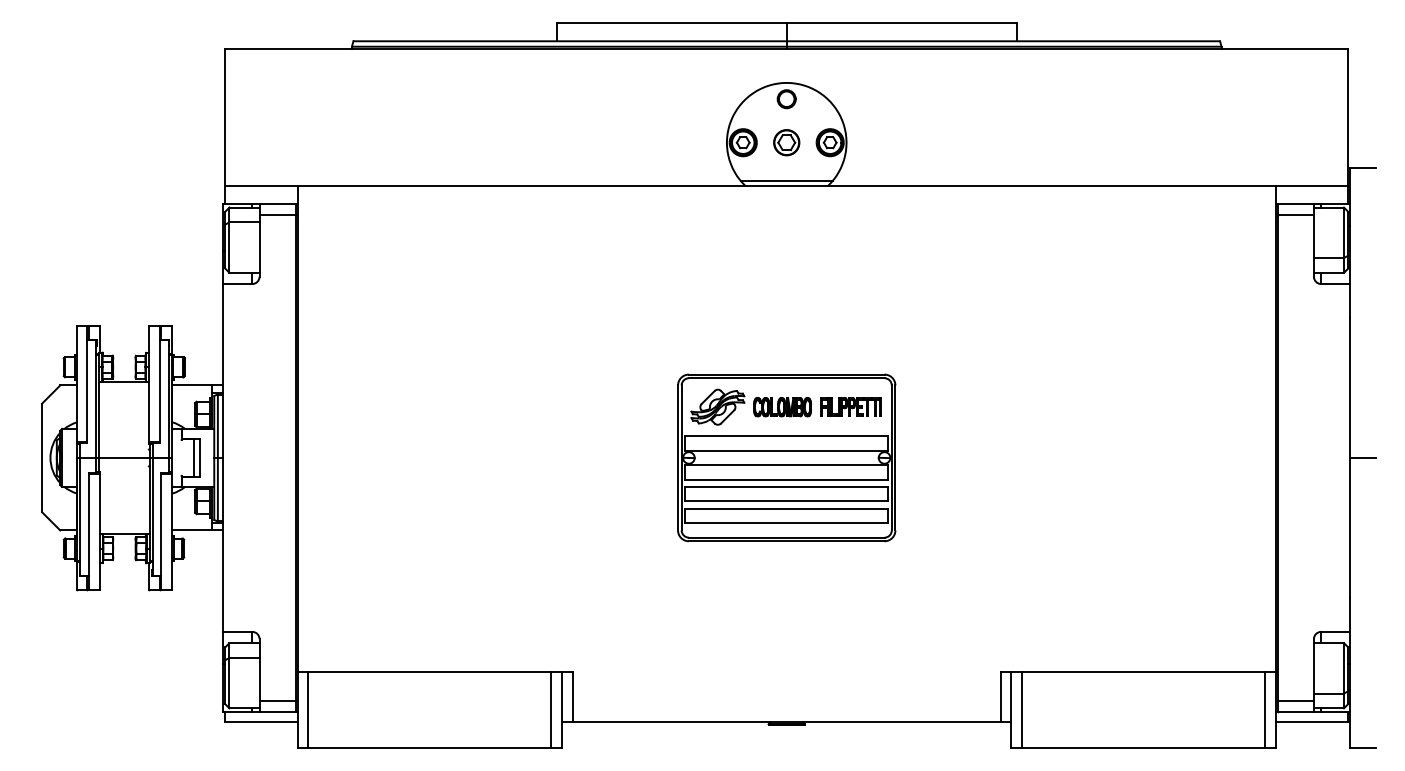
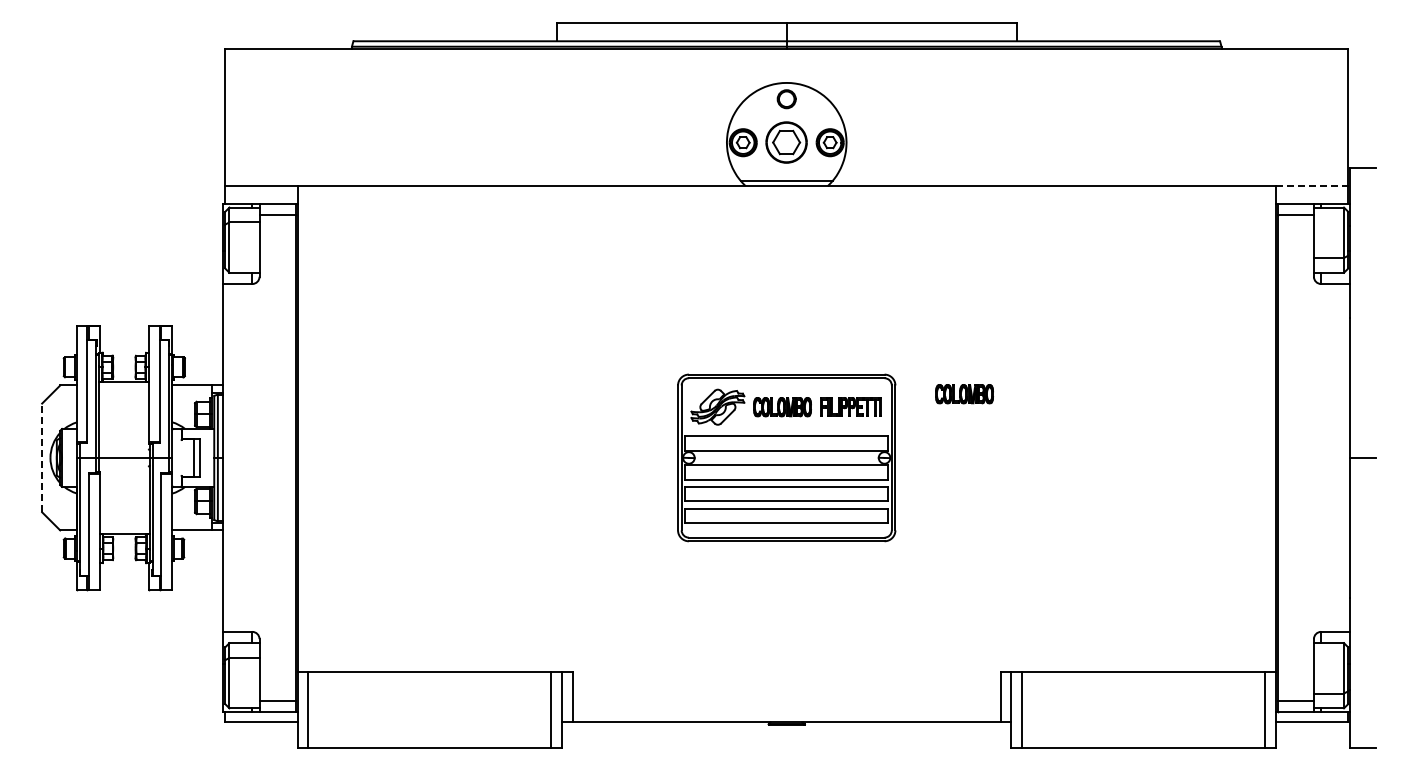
part at (786, 142) size: 28x28 px -> 43x43 px
line at (1312, 186): solid -> dashed
part at (964, 394): none -> present
line at (42, 457): solid -> dashed
